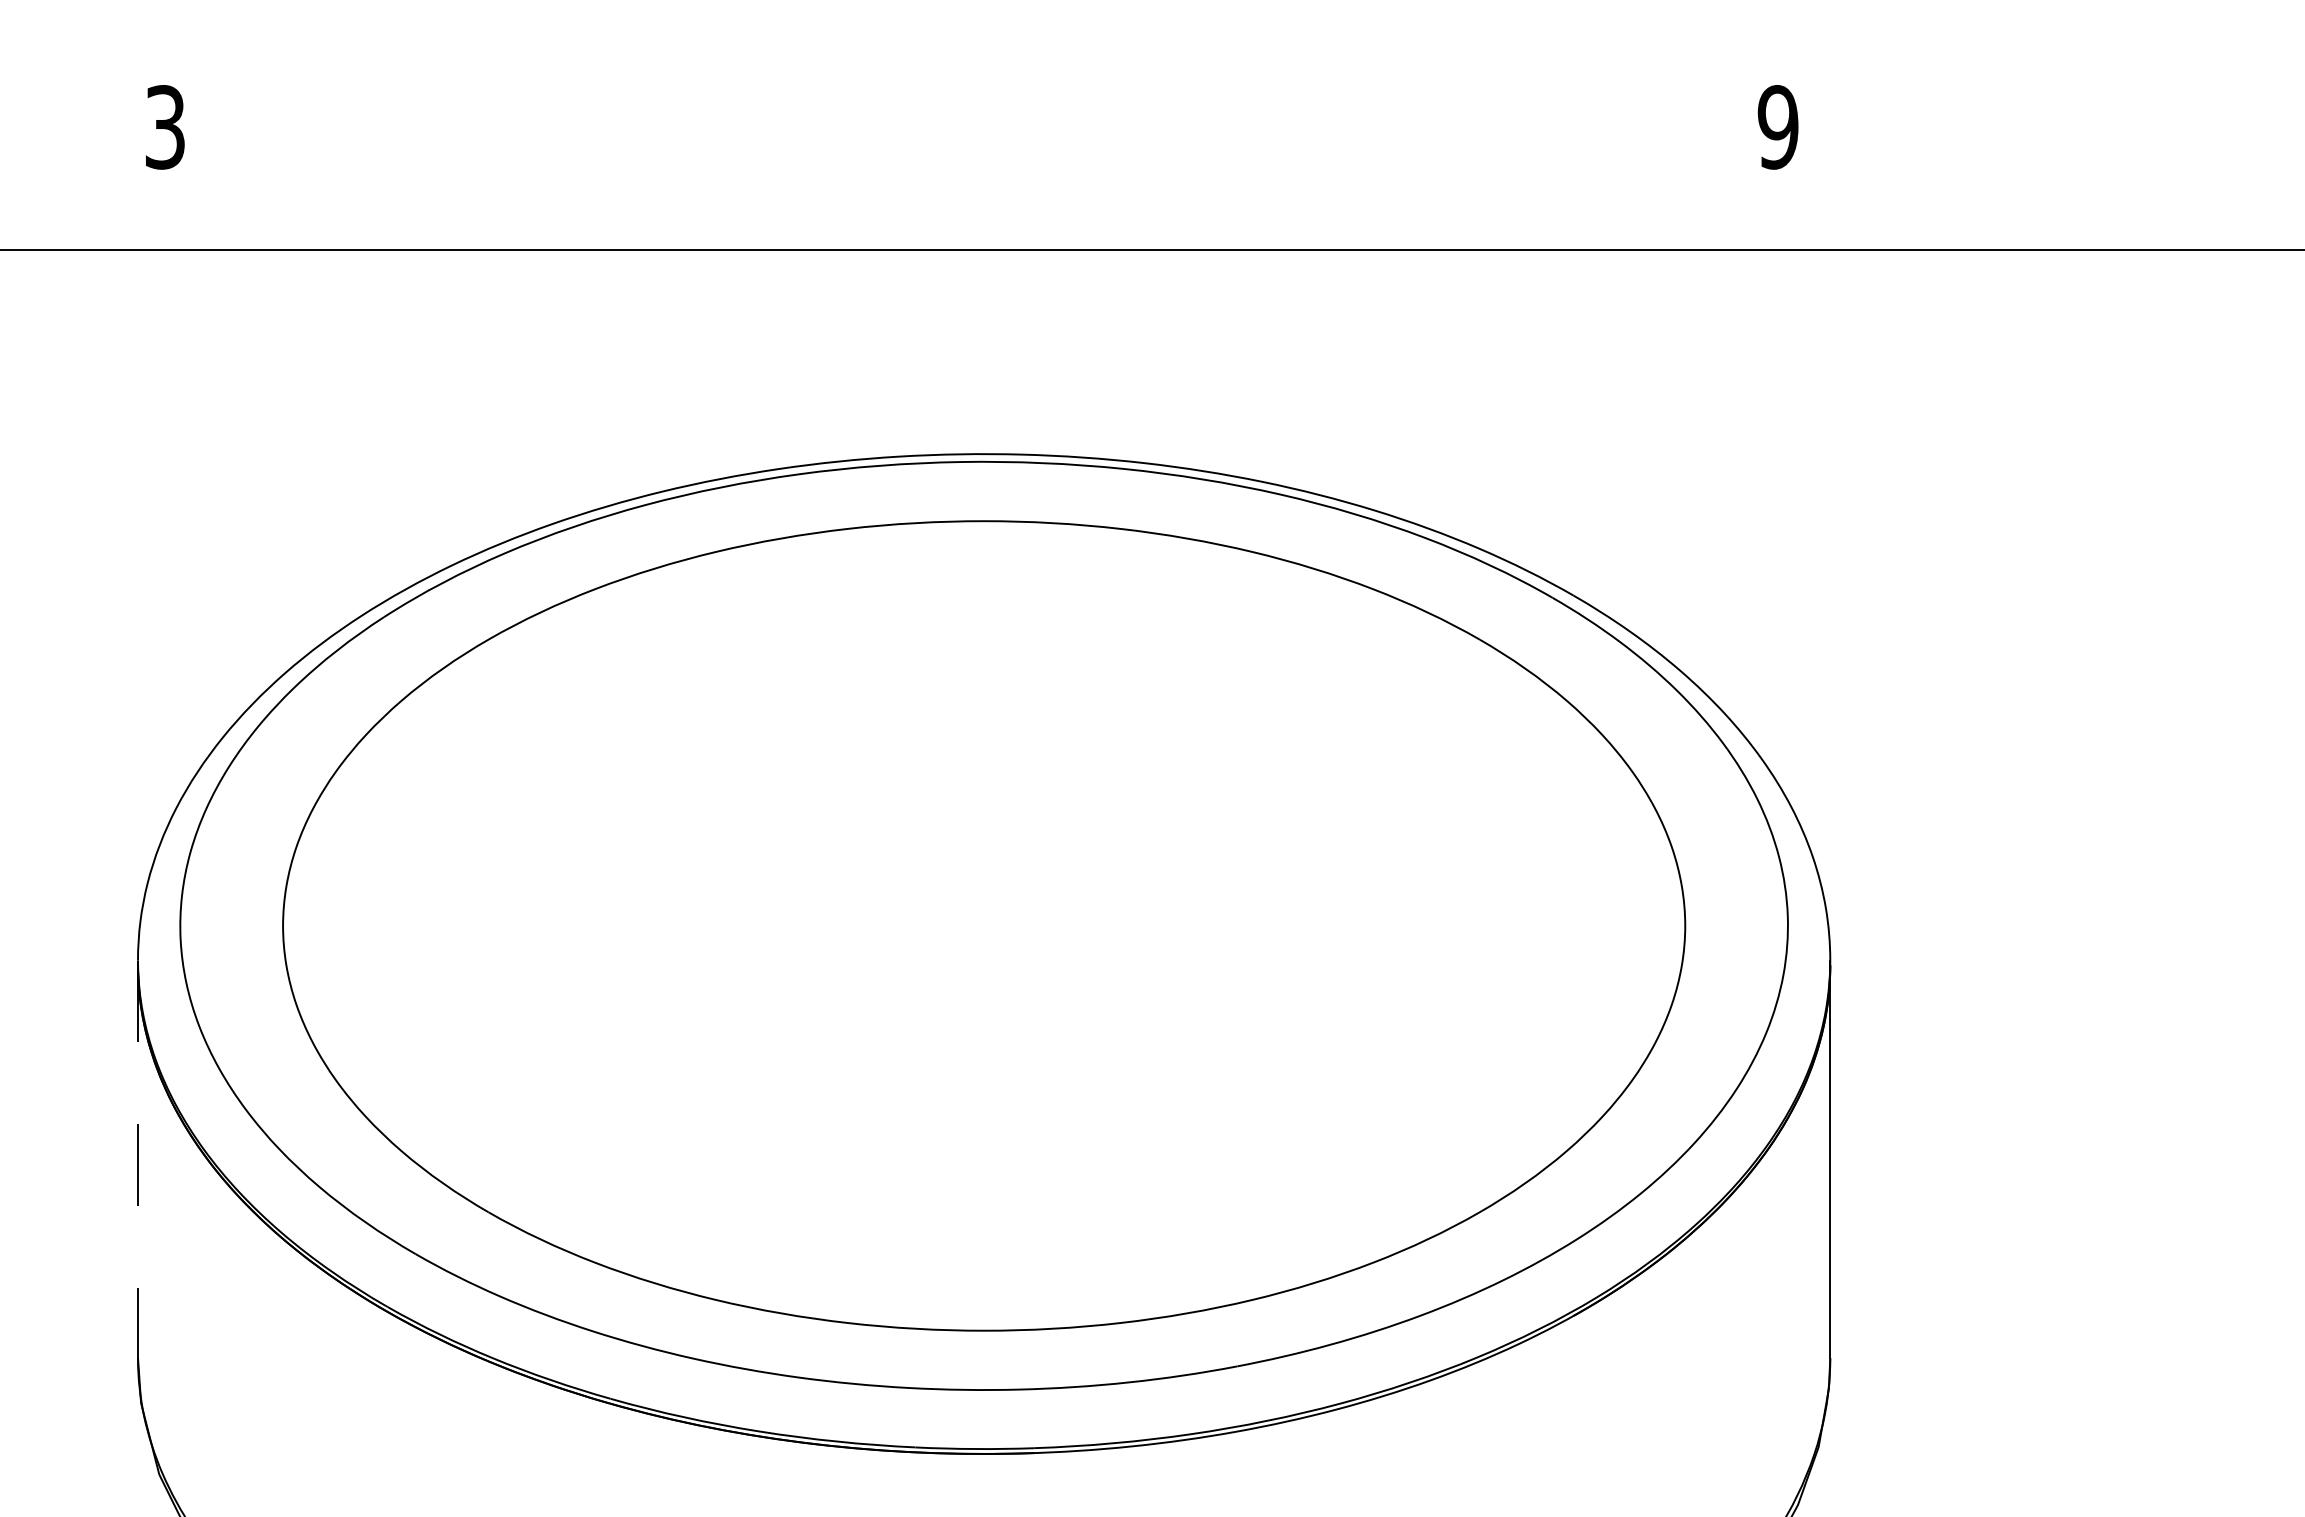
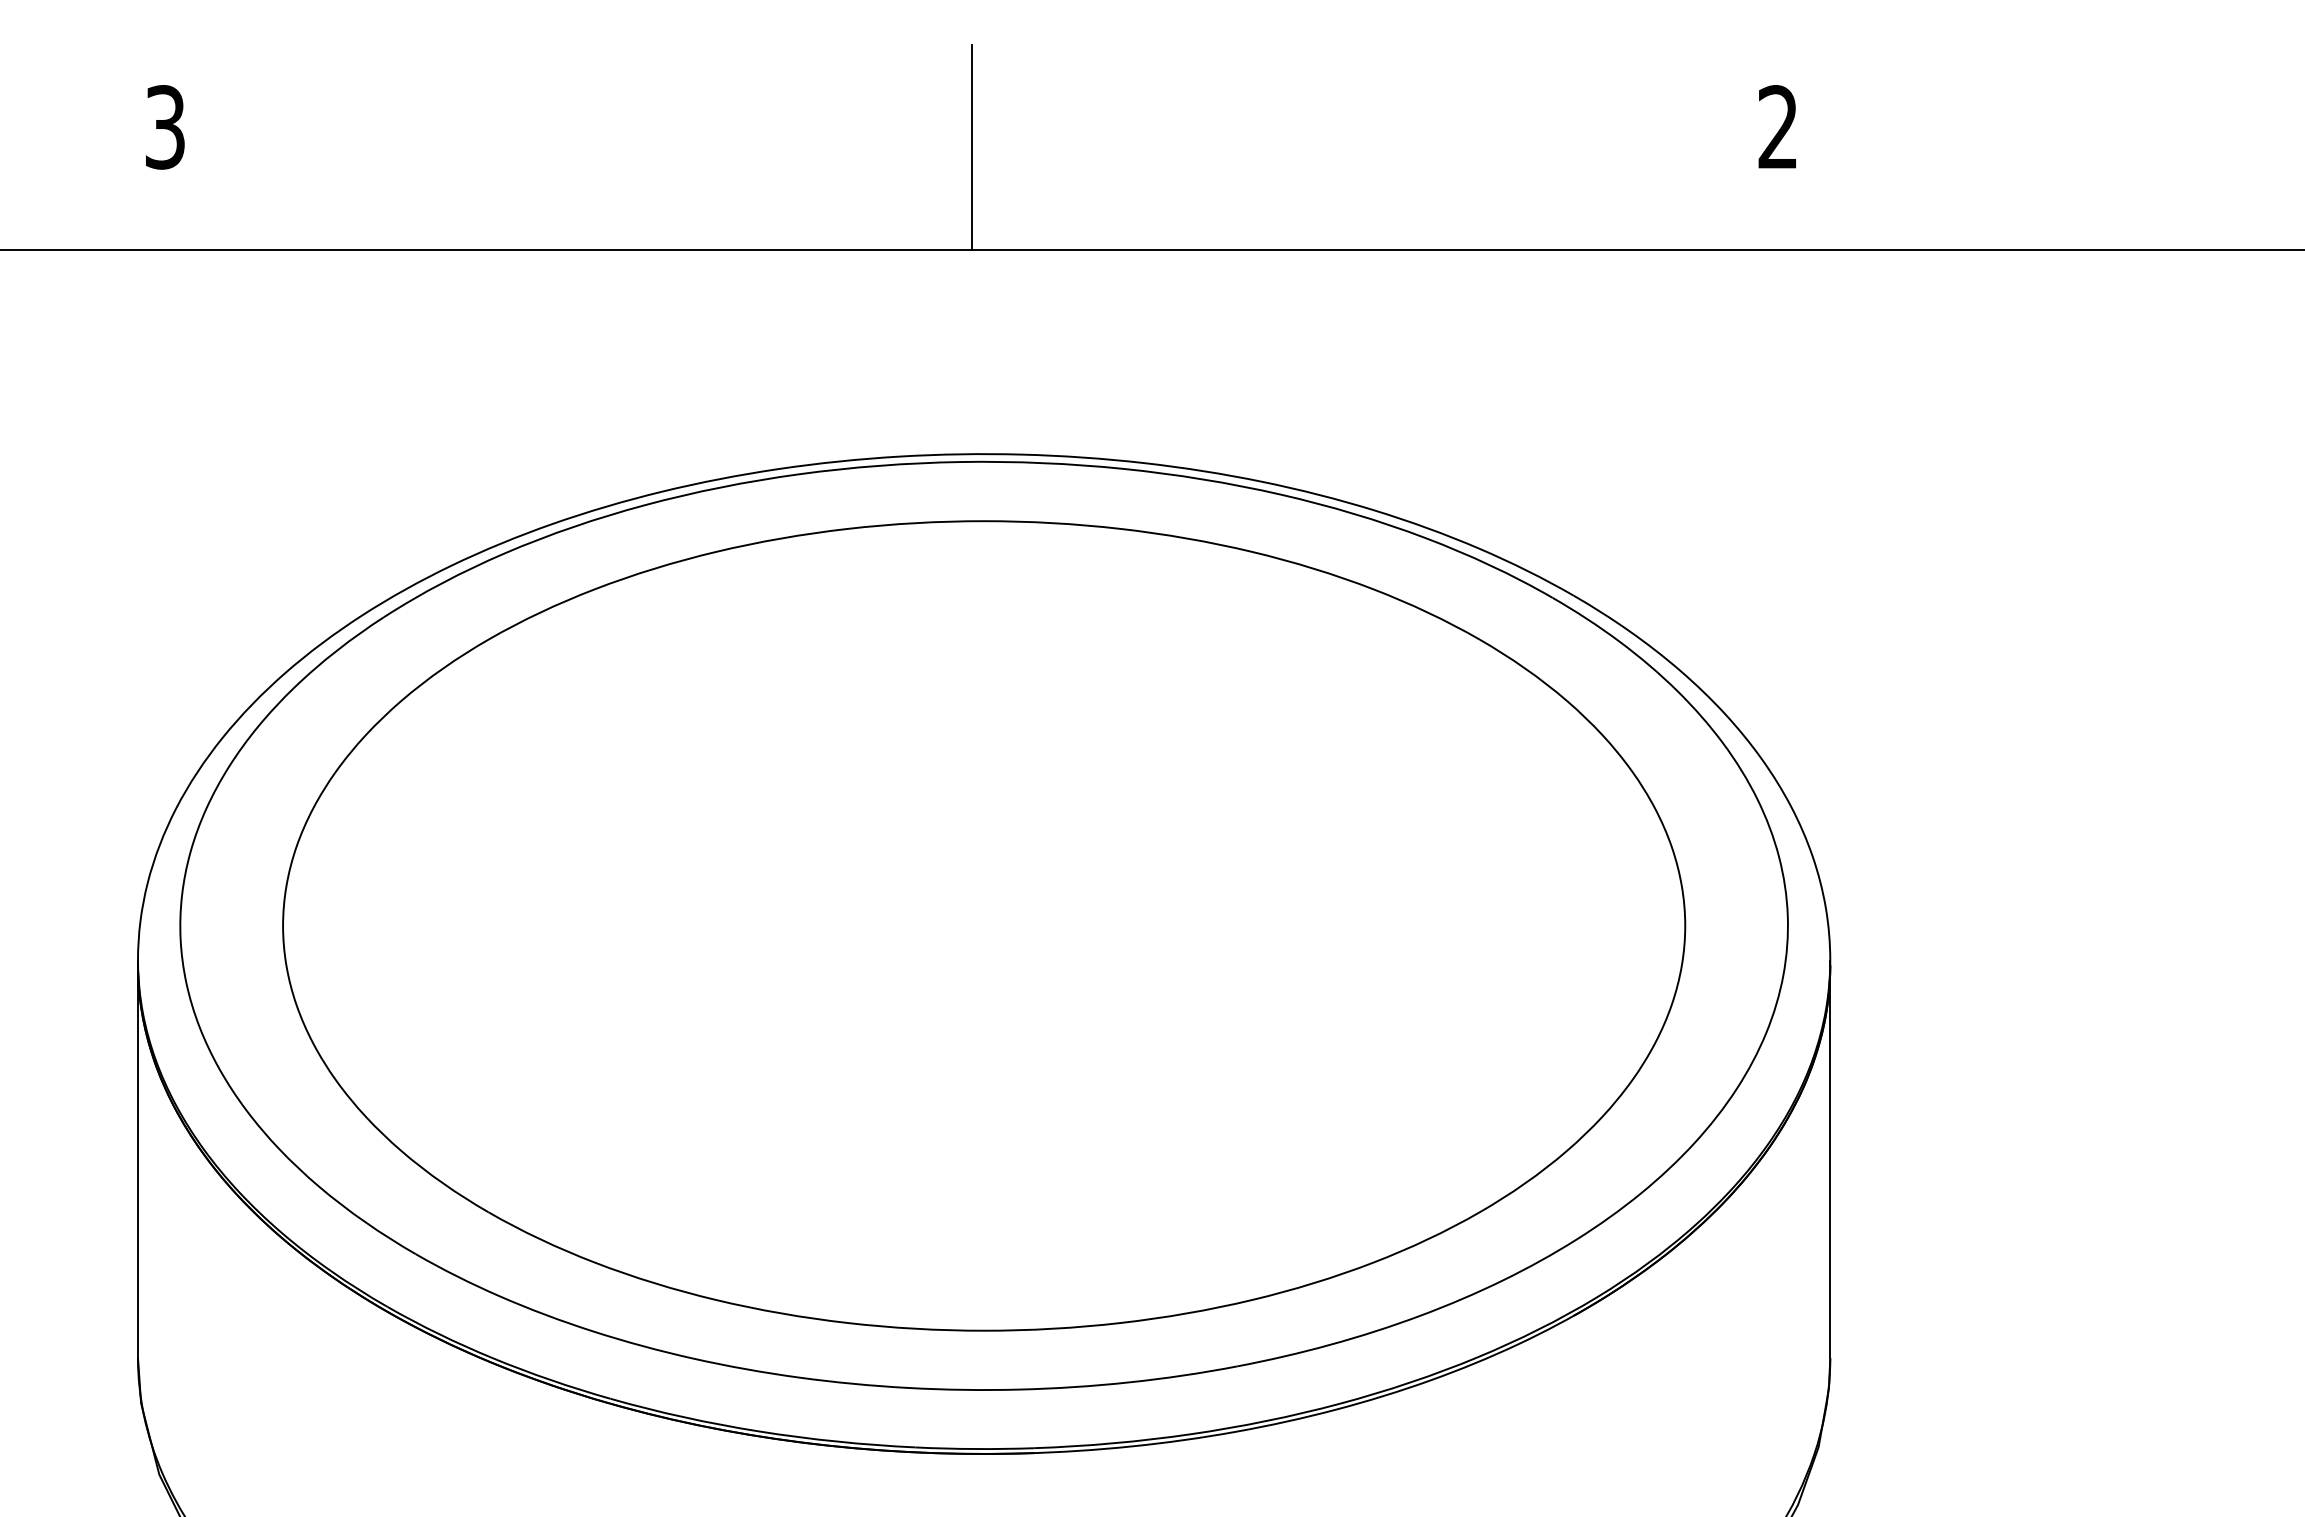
text at (1777, 127): 9 -> 2
line at (971, 147): none -> present
line at (138, 1159): dashed -> solid
